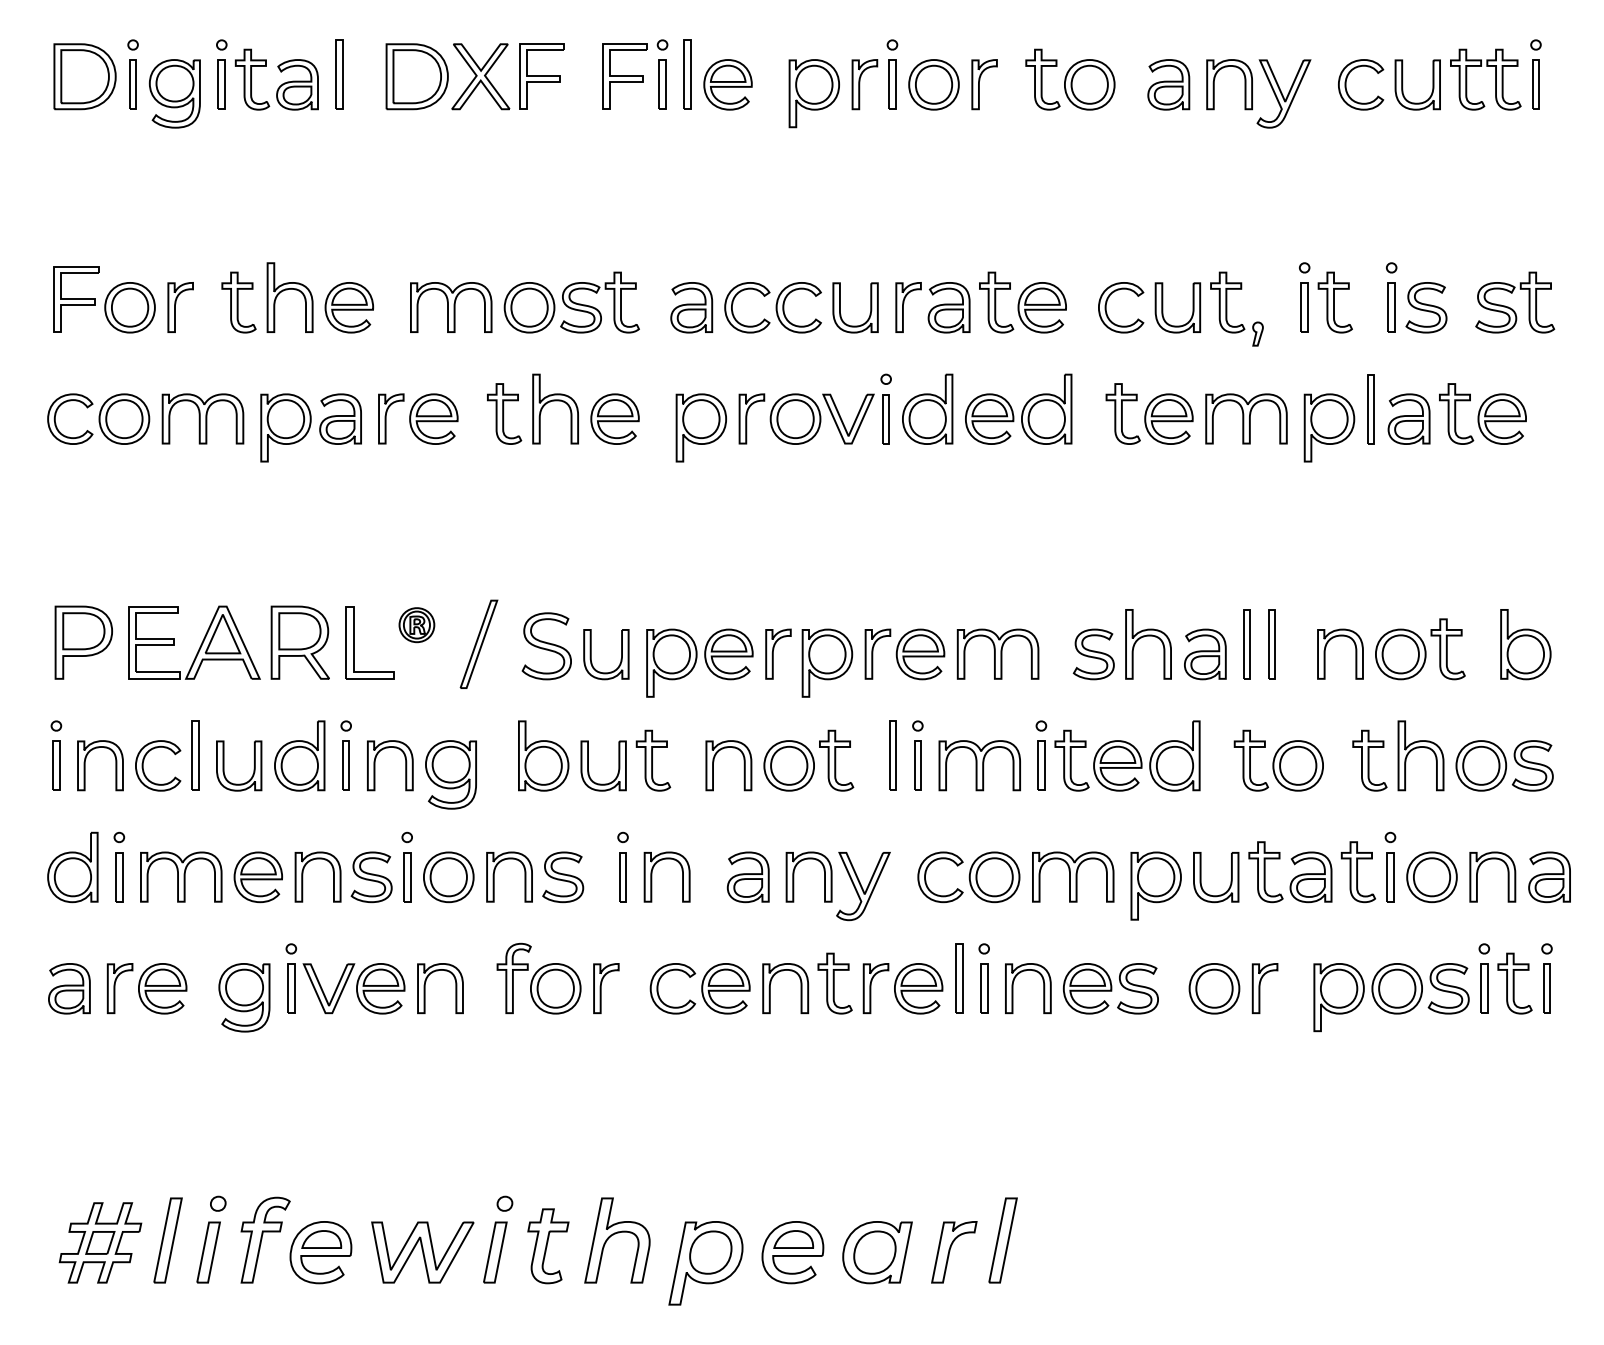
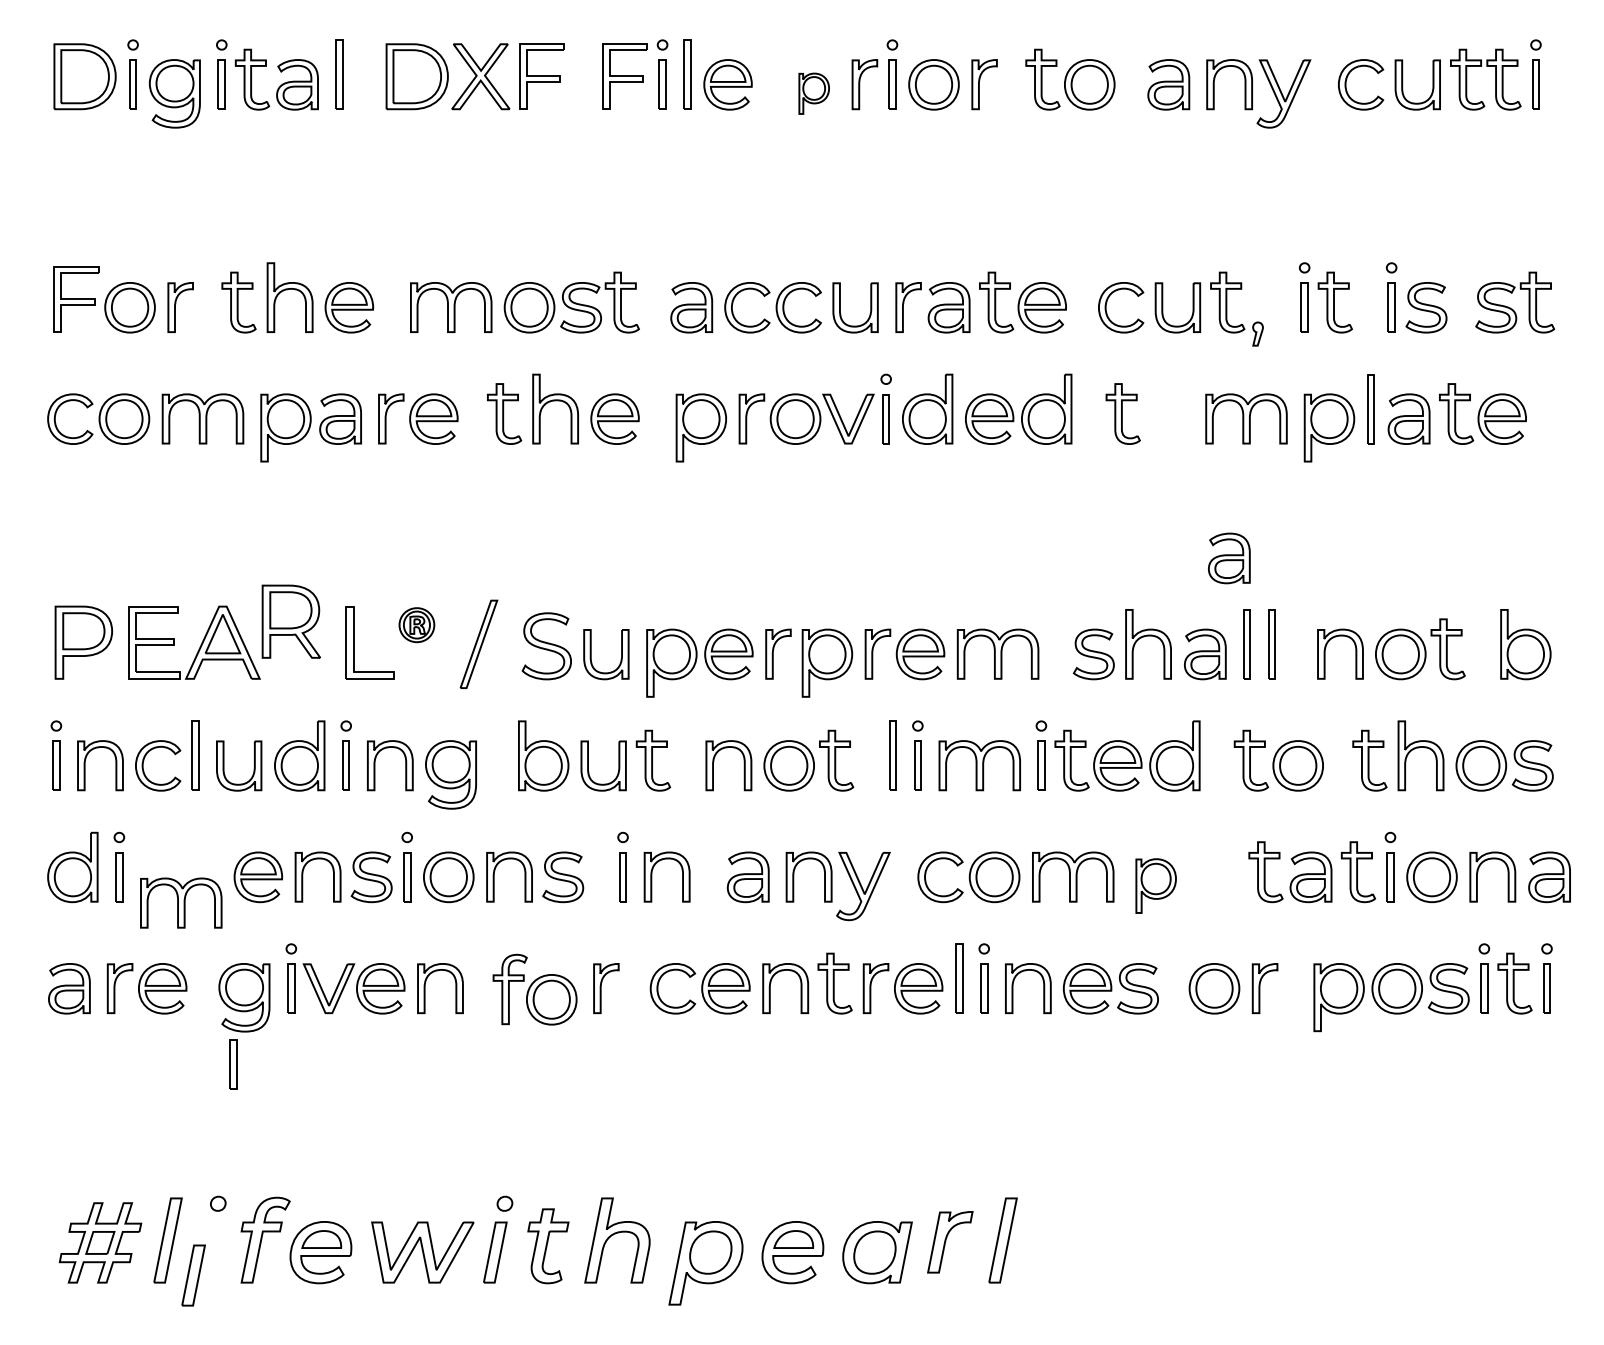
part at (813, 93) size: 52x70 px -> 32x43 px
part at (1168, 418): present -> none
part at (1229, 558): none -> present
part at (299, 642) position: (299, 642) -> (290, 621)
part at (181, 876) position: (181, 876) -> (181, 902)
part at (1230, 880): present -> none
part at (1155, 885) size: 52x70 px -> 42x56 px
part at (538, 978) position: (538, 978) -> (534, 989)
part at (233, 1064): none -> present
part at (208, 1252) position: (208, 1252) -> (193, 1275)
part at (954, 1252) position: (954, 1252) -> (950, 1242)
